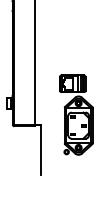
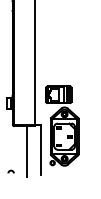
part at (76, 114) position: (76, 114) -> (62, 125)
line at (26, 151): none -> present
arc at (10, 171): none -> present
